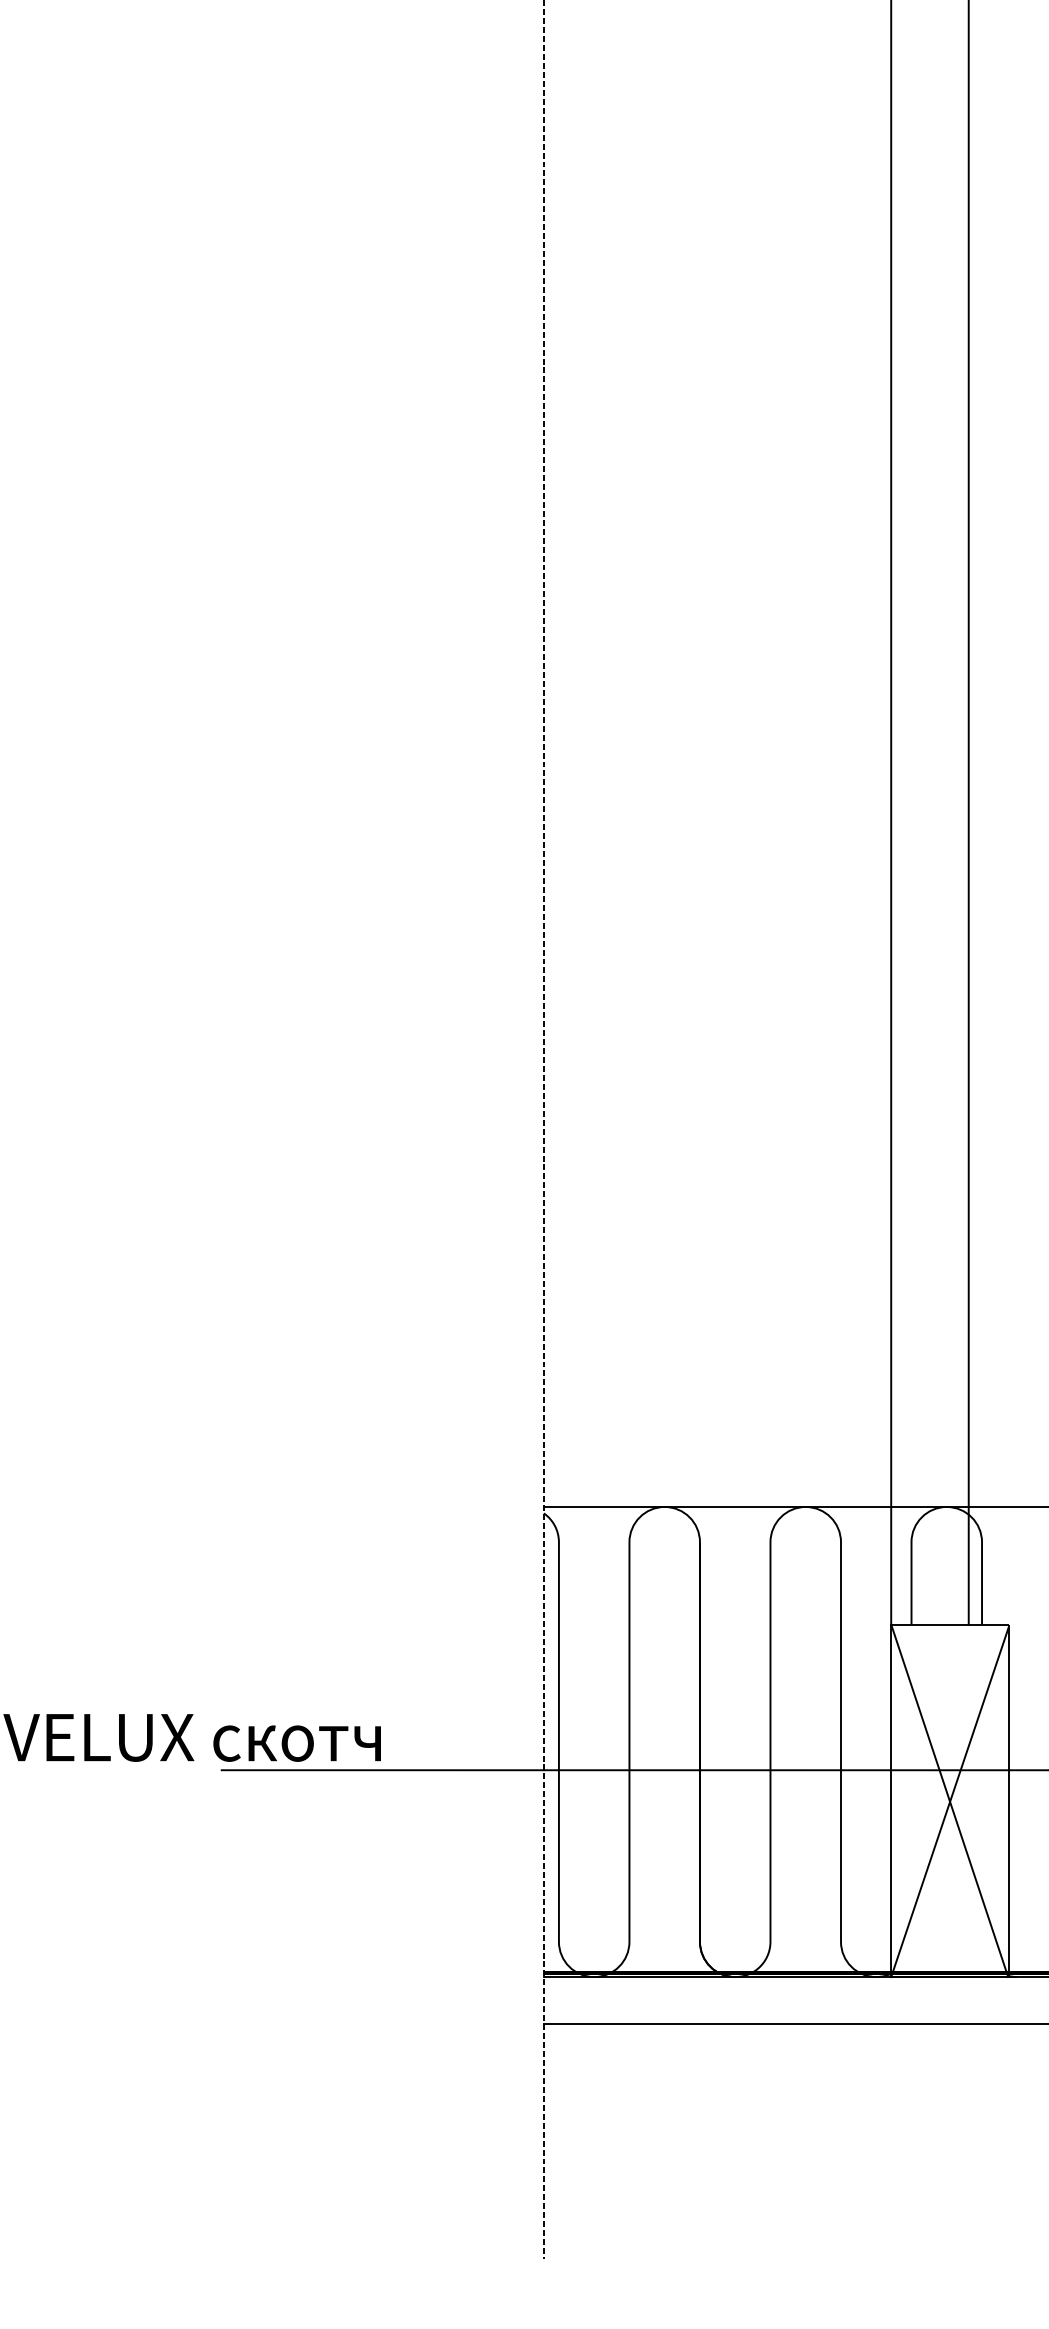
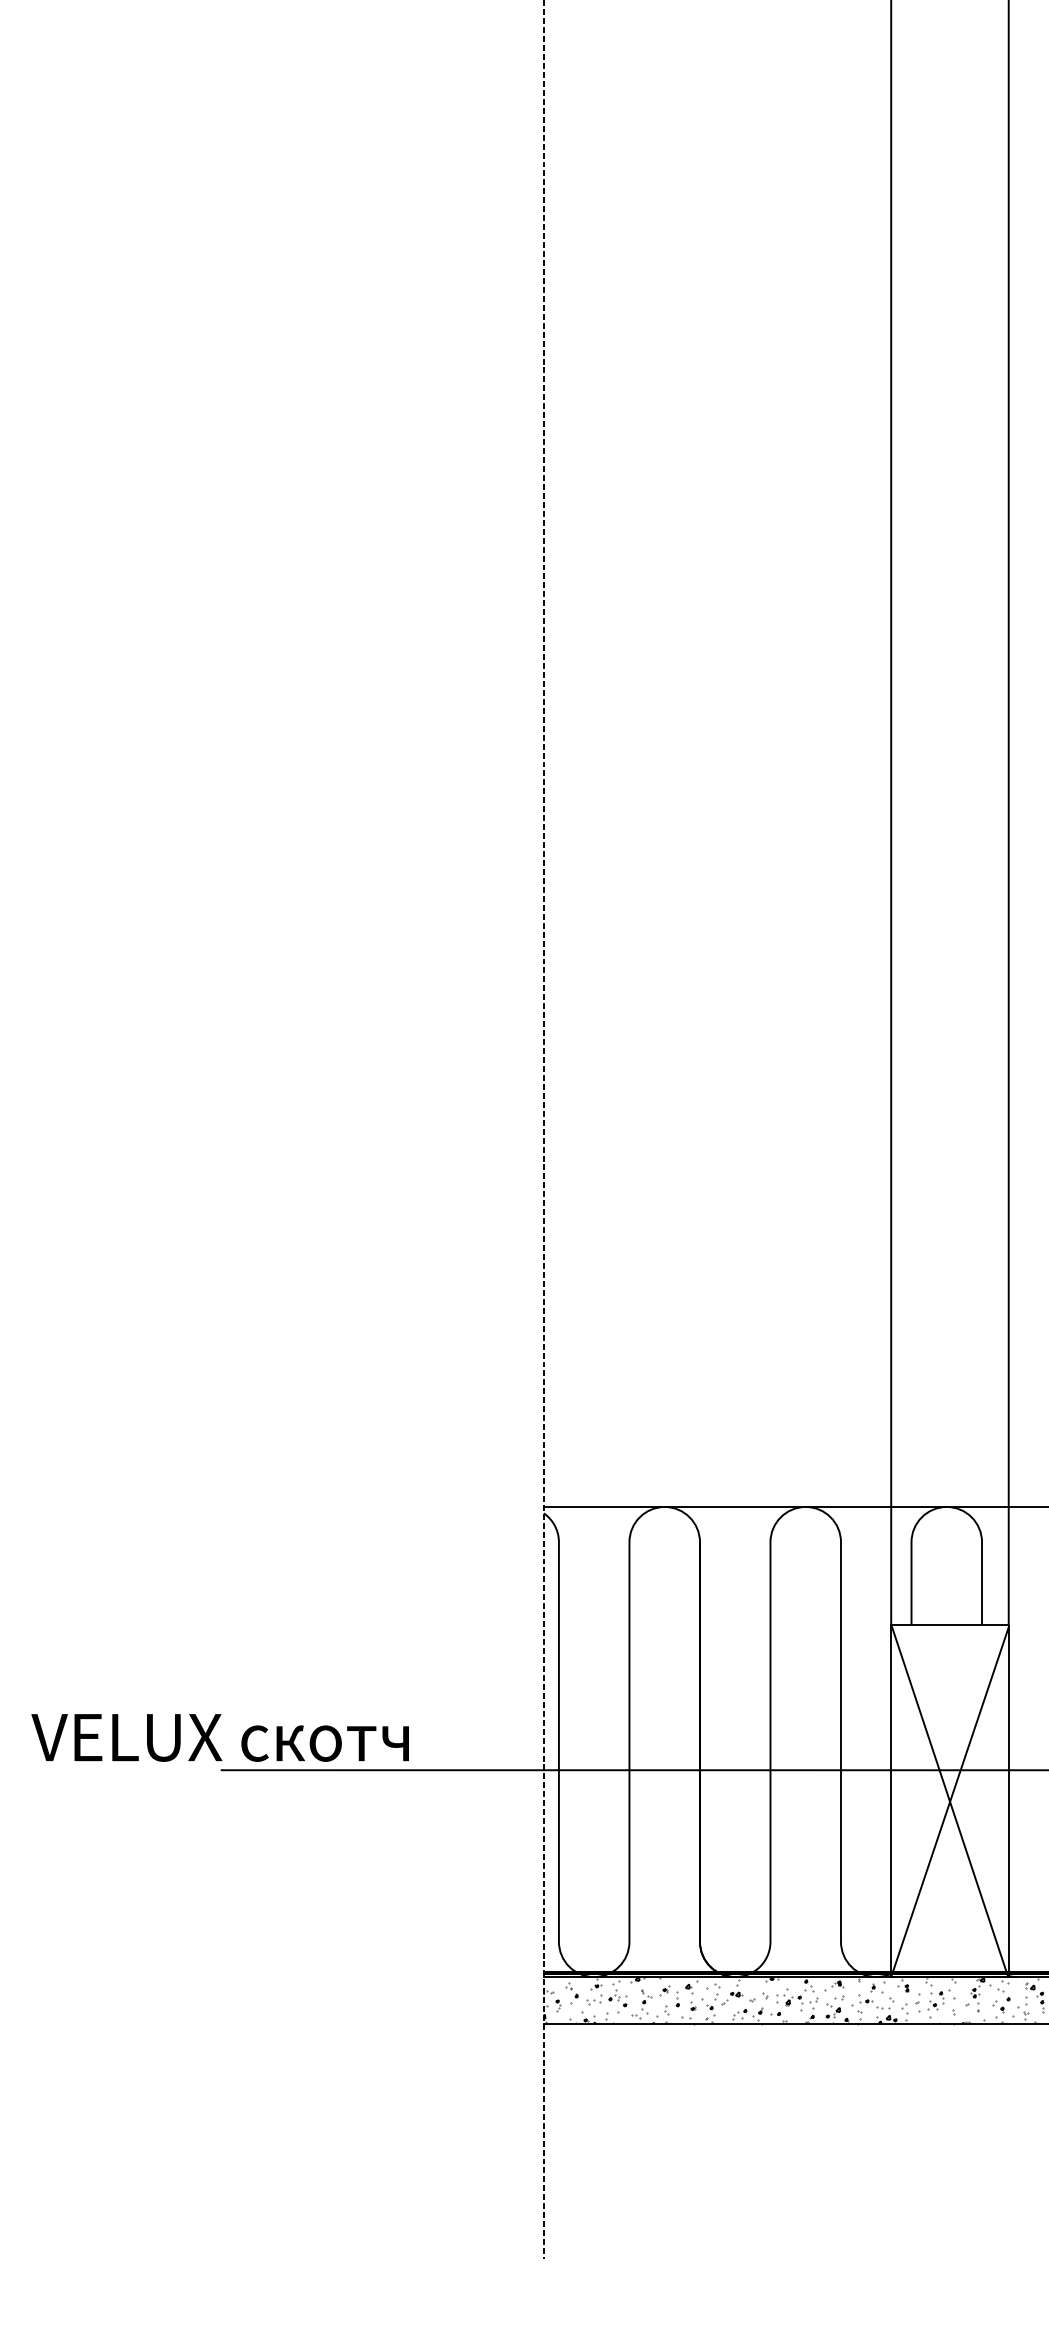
line at (968, 813) position: (968, 813) -> (1008, 813)
text at (191, 1737) position: (191, 1737) -> (219, 1737)
hatch at (793, 2000): none -> present
